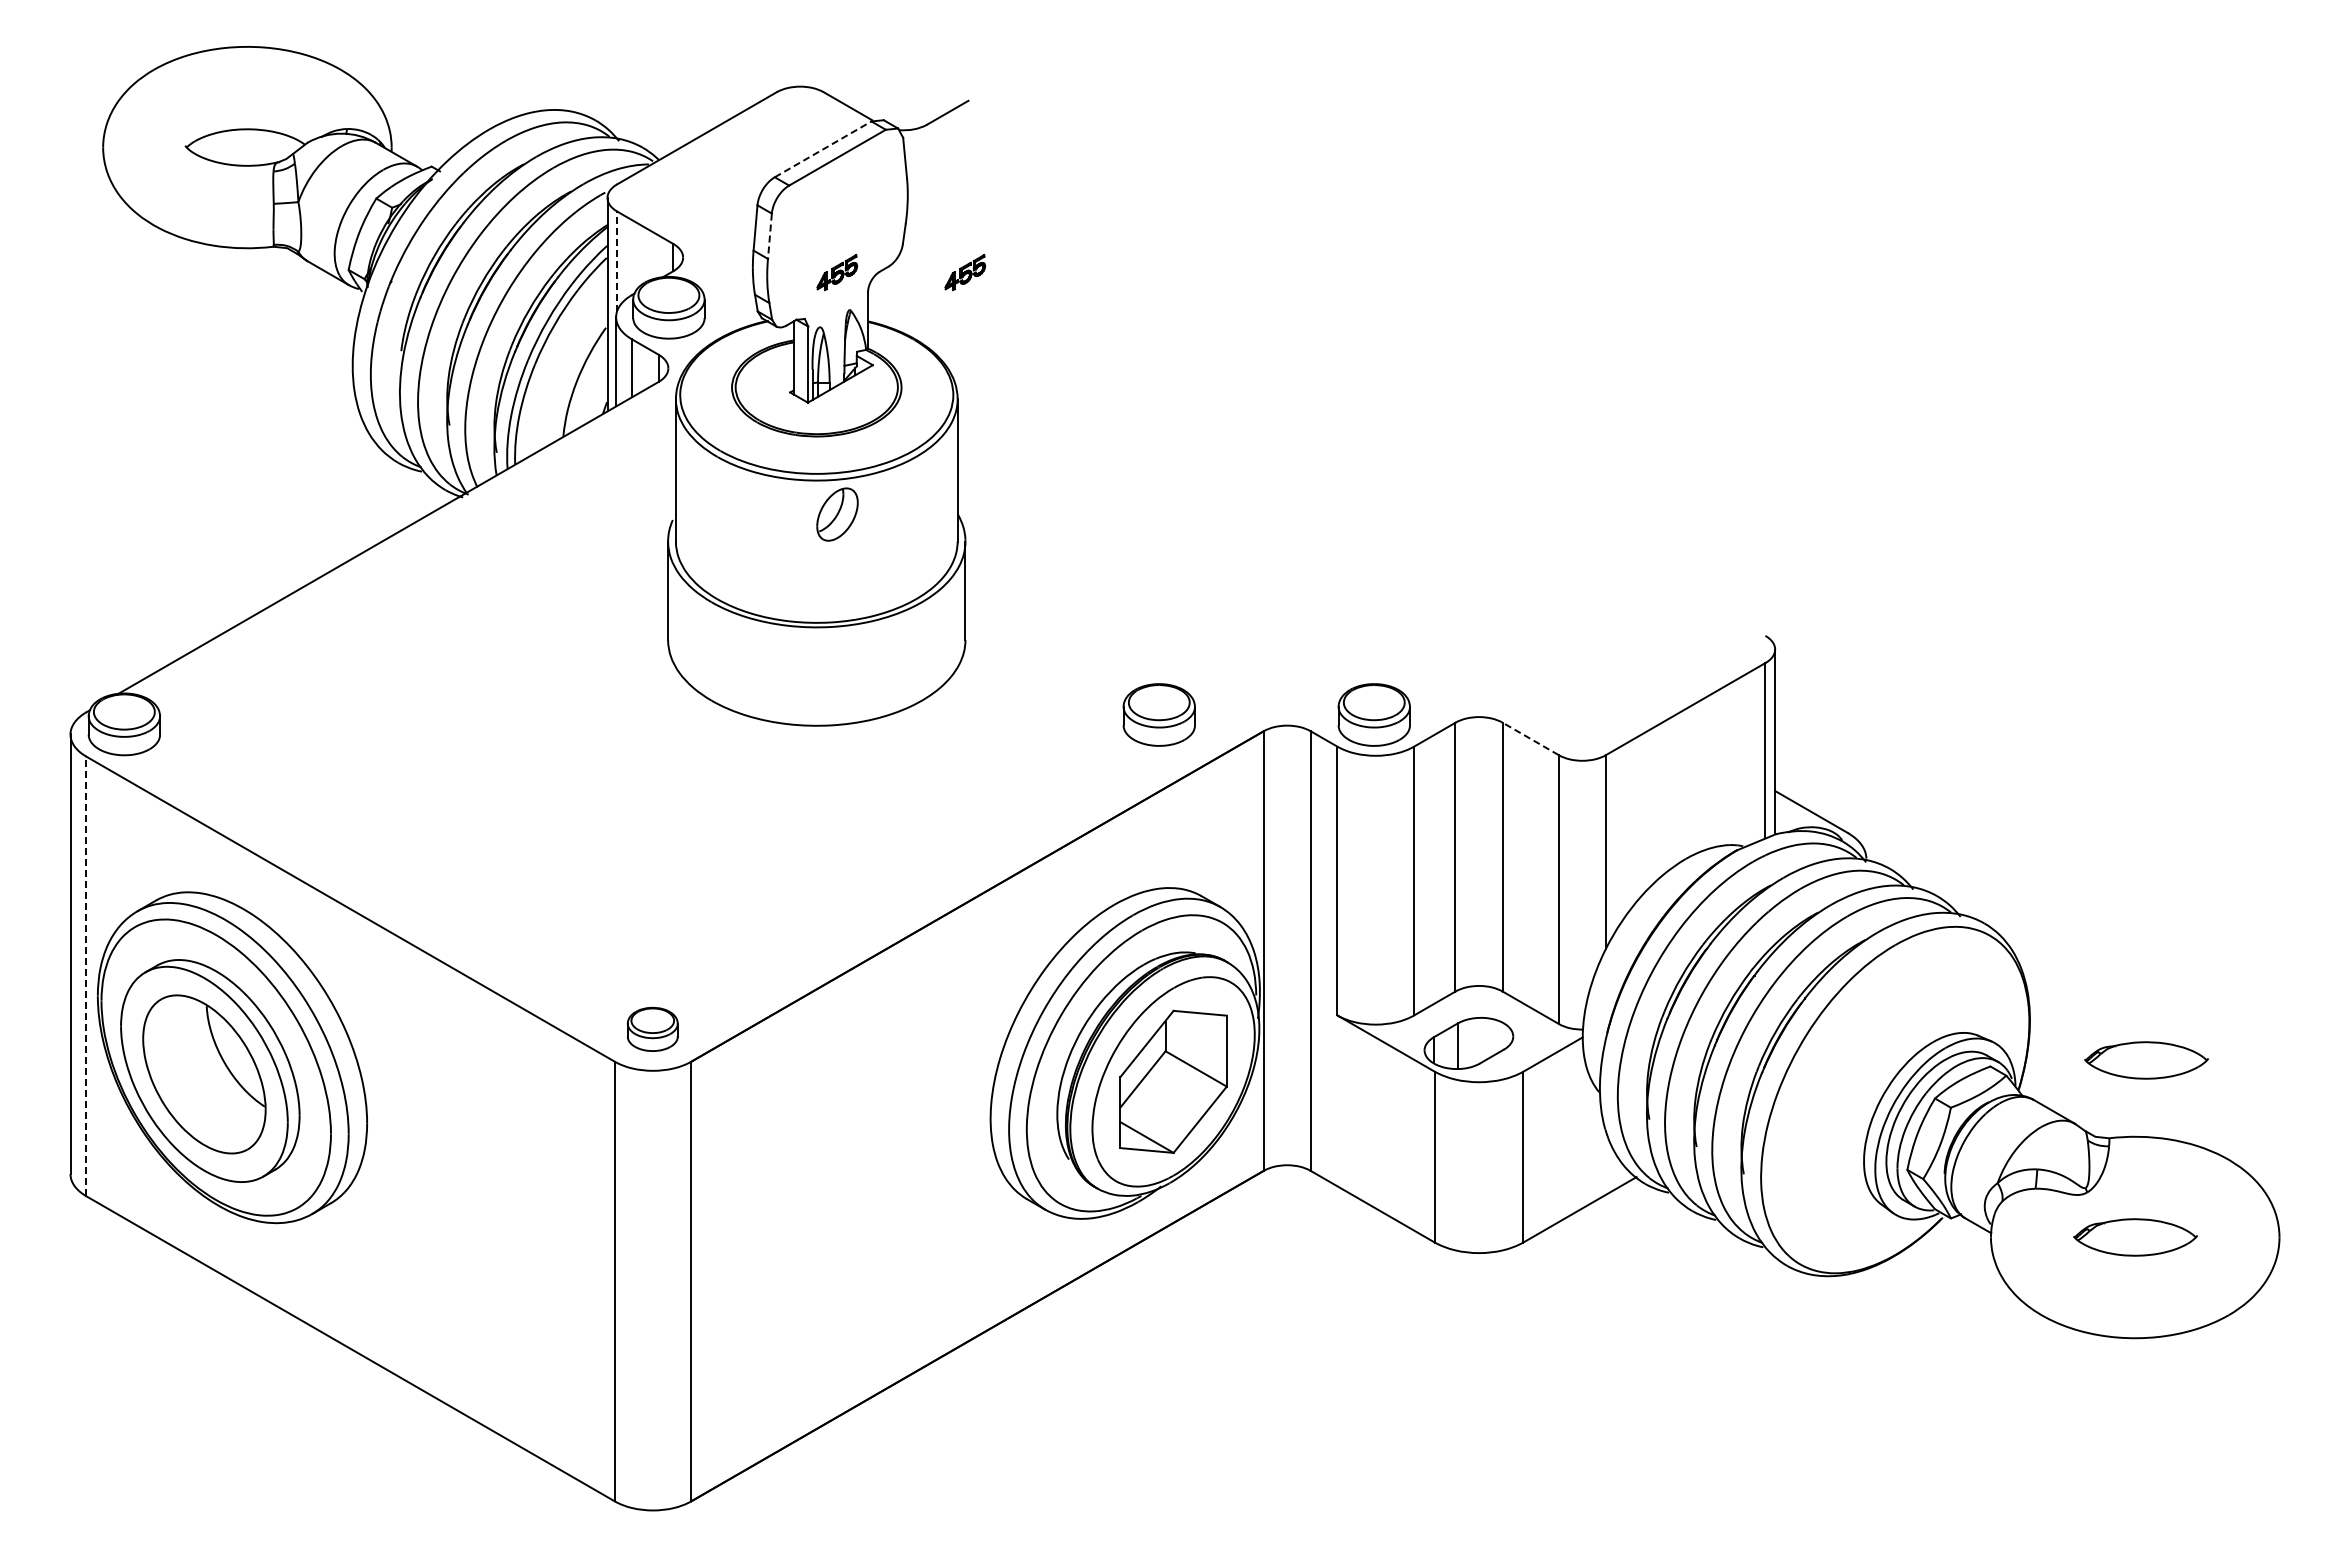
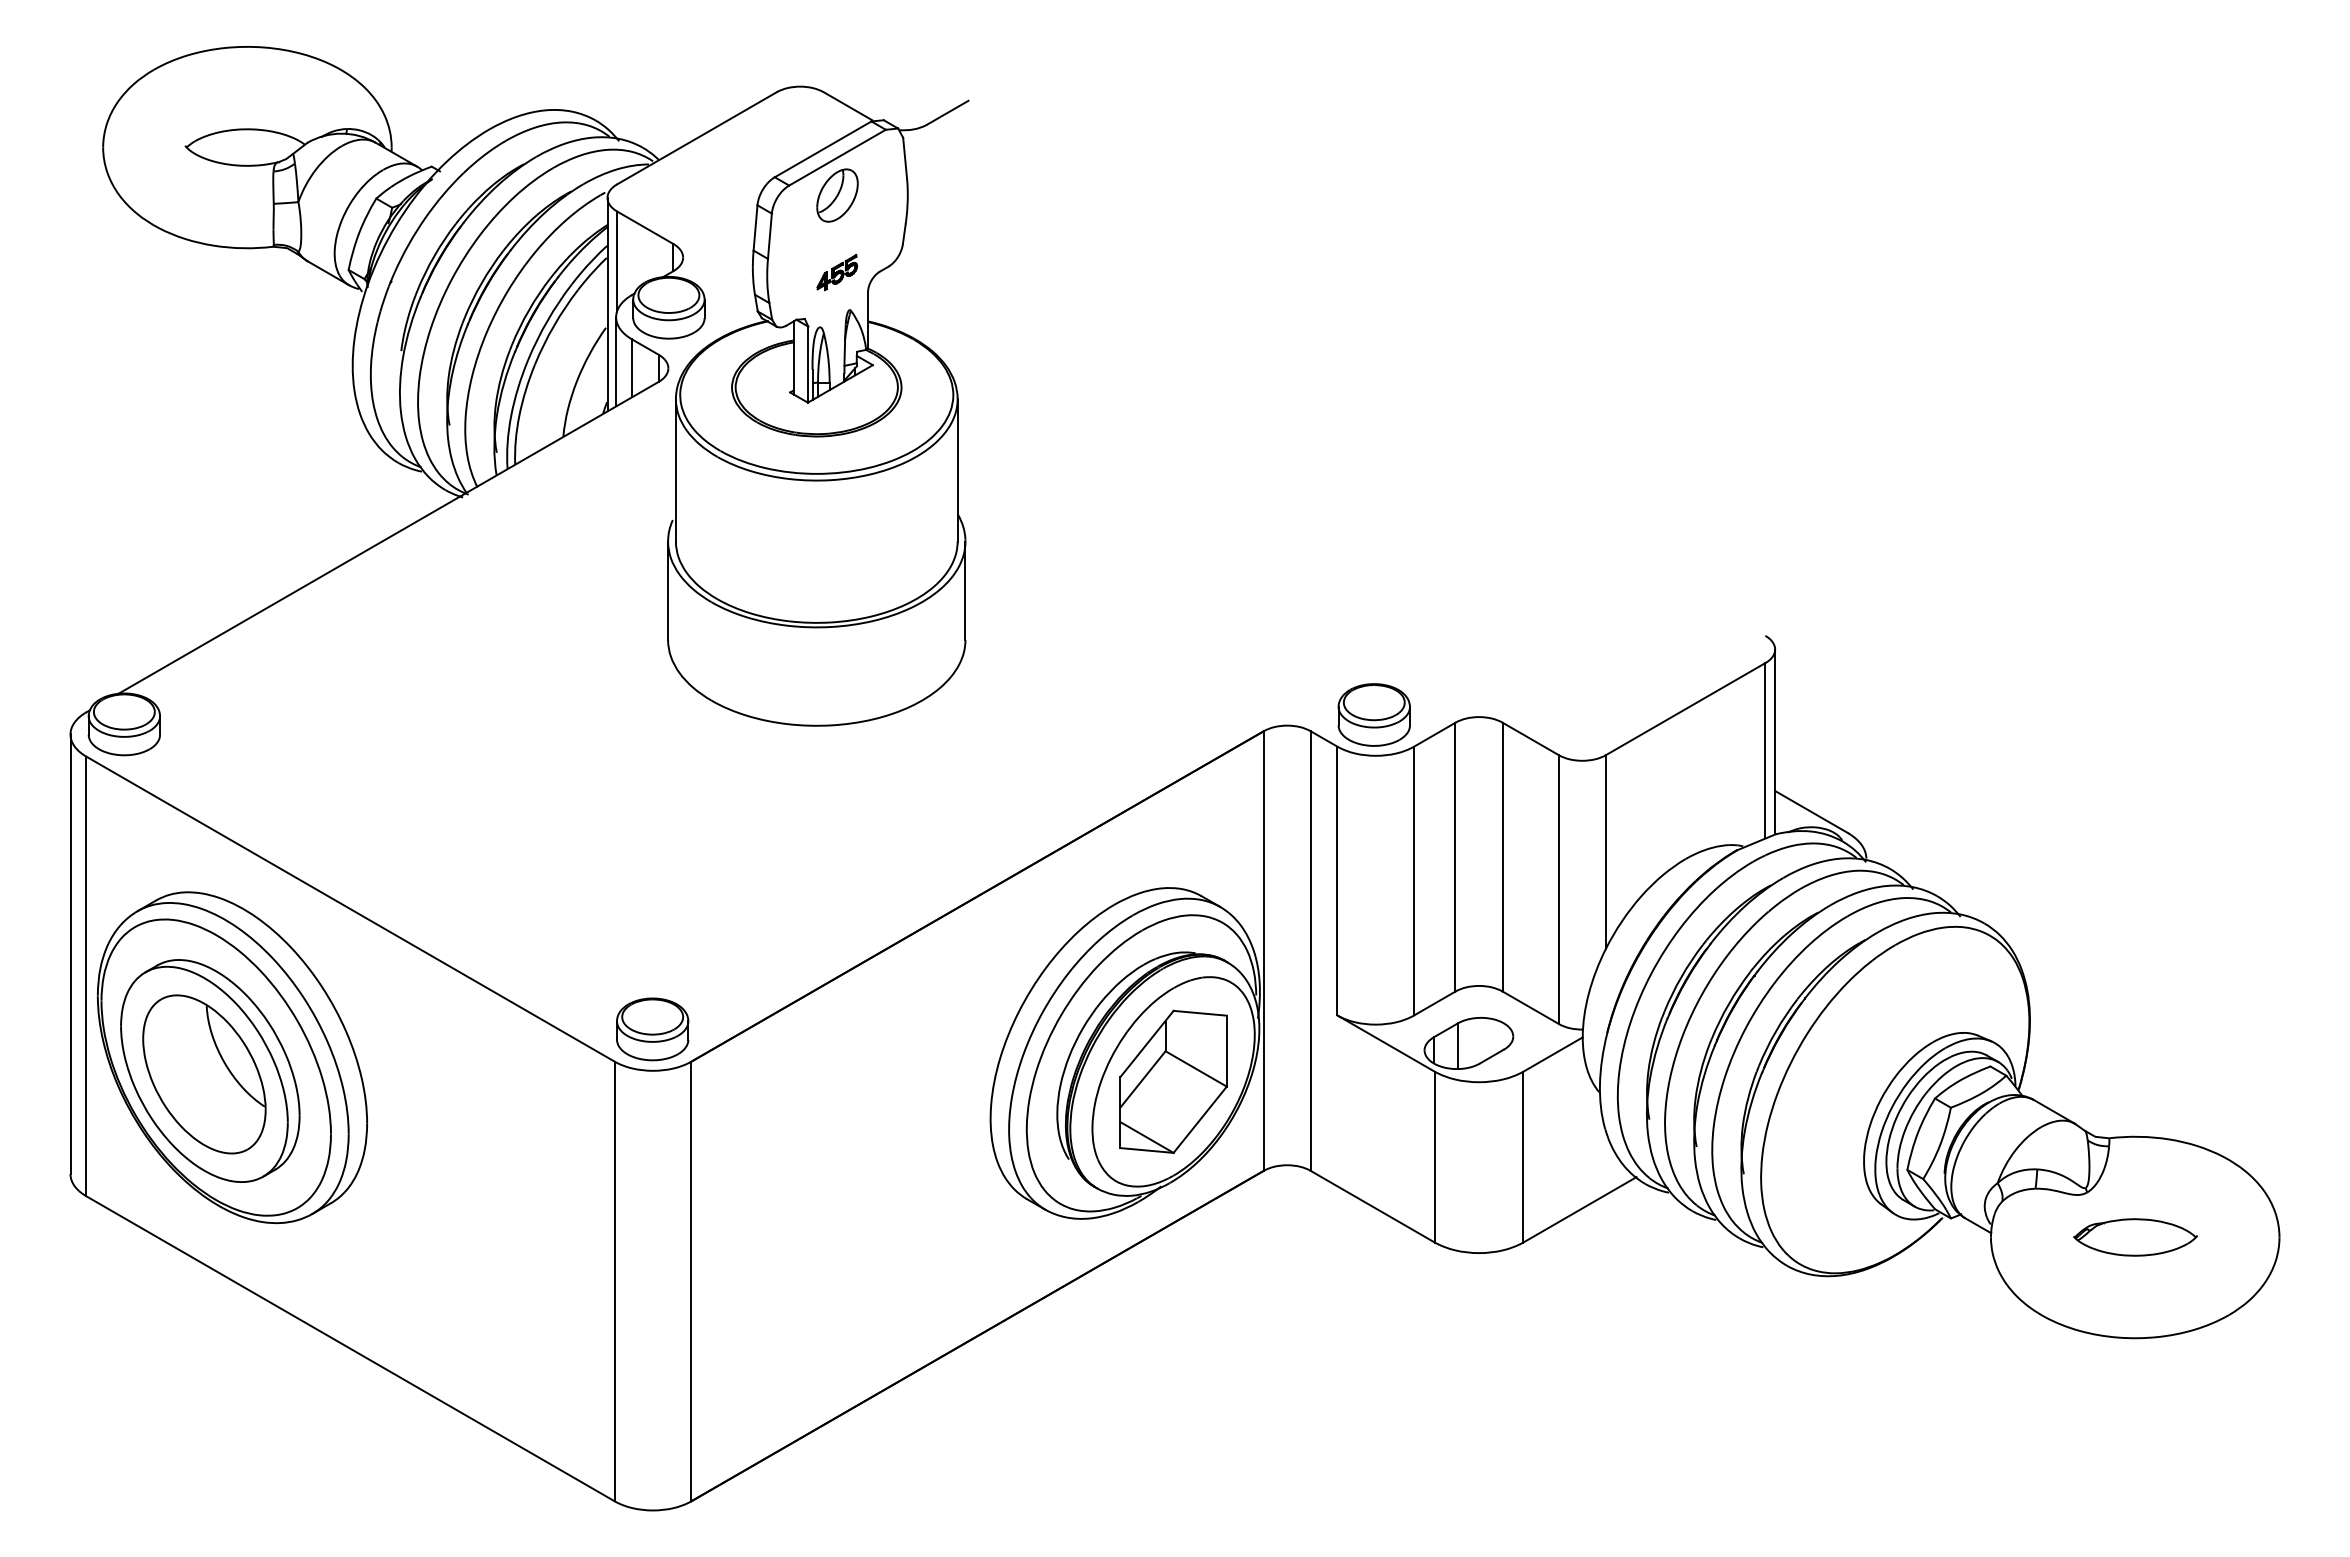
line at (823, 149): dashed -> solid
line at (769, 236): dashed -> solid
line at (617, 261): dashed -> solid
part at (965, 272): present -> none
part at (837, 514) position: (837, 514) -> (837, 195)
part at (1158, 714): present -> none
line at (1530, 738): dashed -> solid
line at (86, 976): dashed -> solid
part at (652, 1028) size: 53x46 px -> 74x65 px
part at (2146, 1060): present -> none
